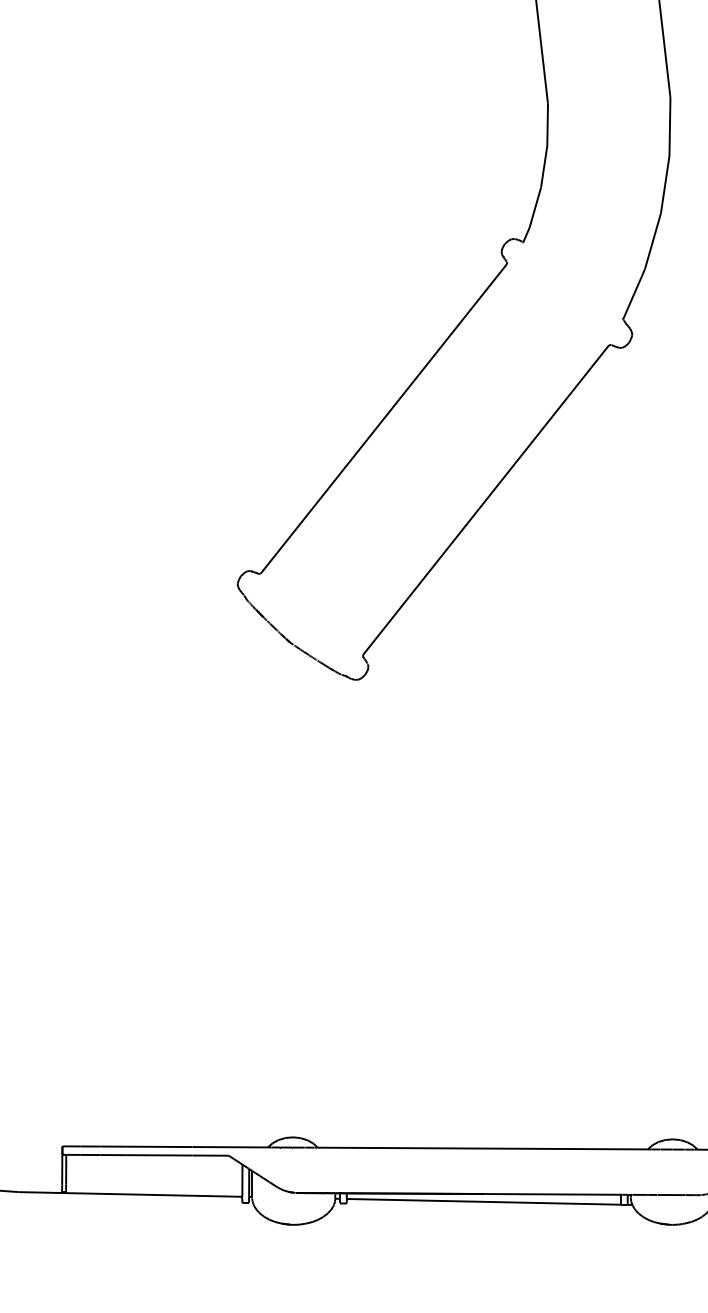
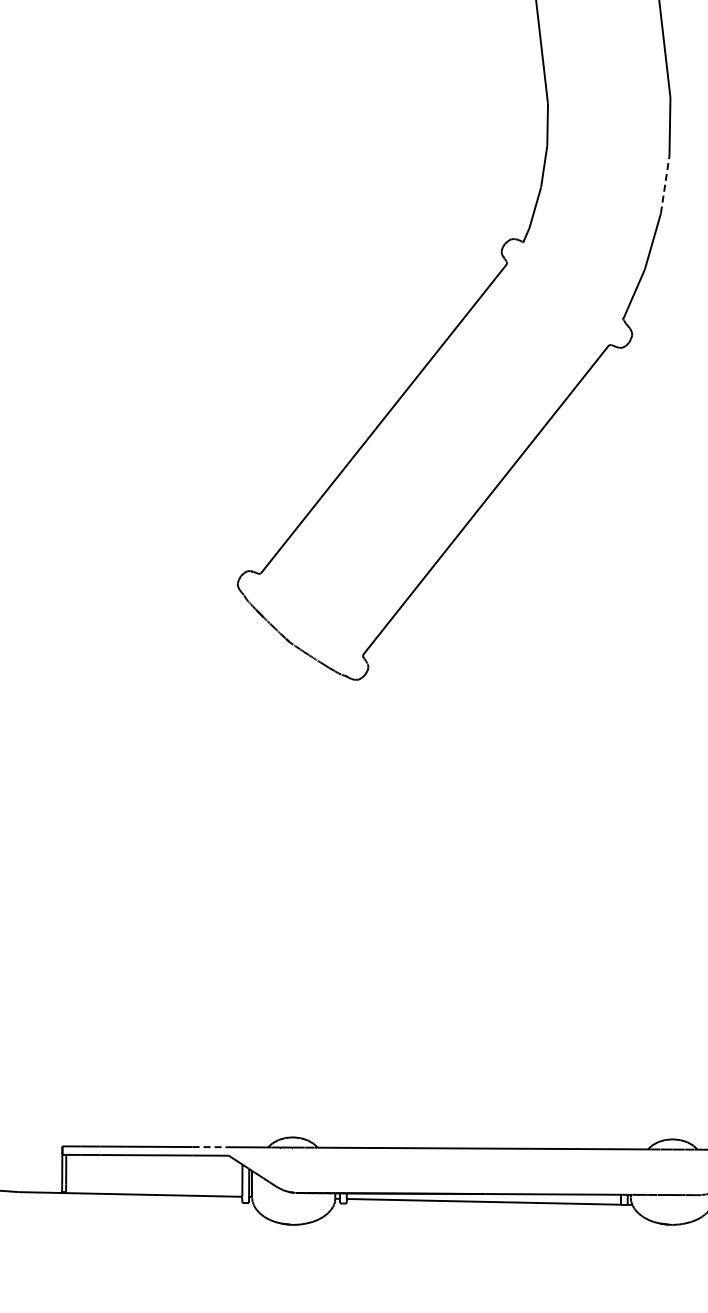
line at (665, 184): solid -> dashed
line at (211, 1147): solid -> dashed
